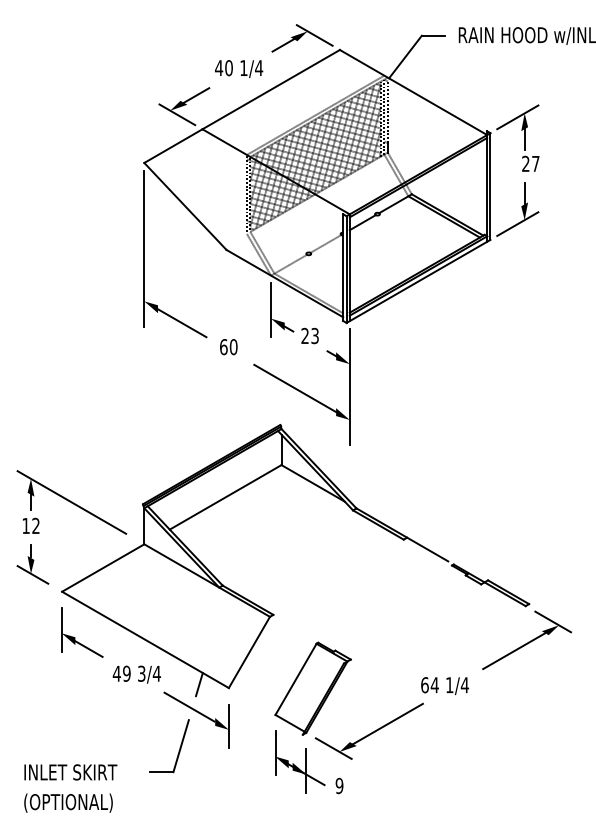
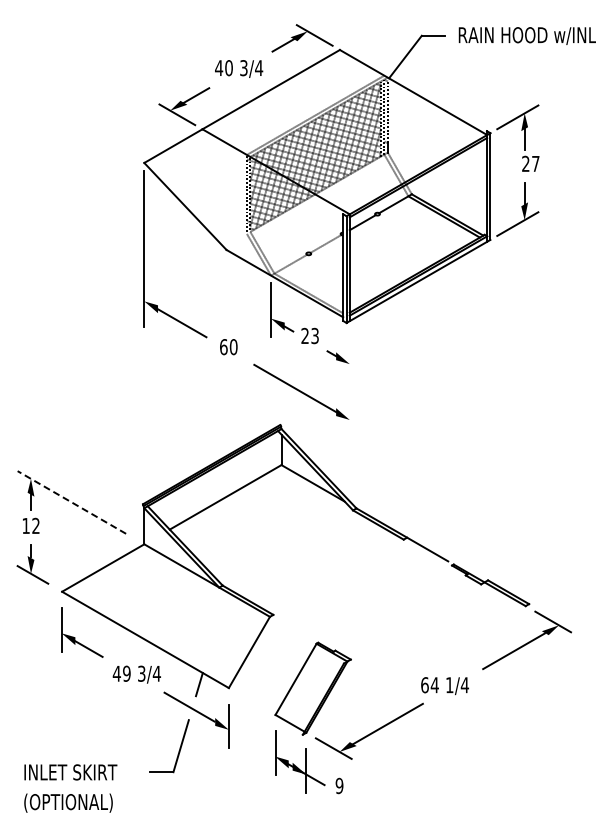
text at (243, 68): 1/4 -> 3/4
line at (349, 386): present -> none
line at (71, 502): solid -> dashed
